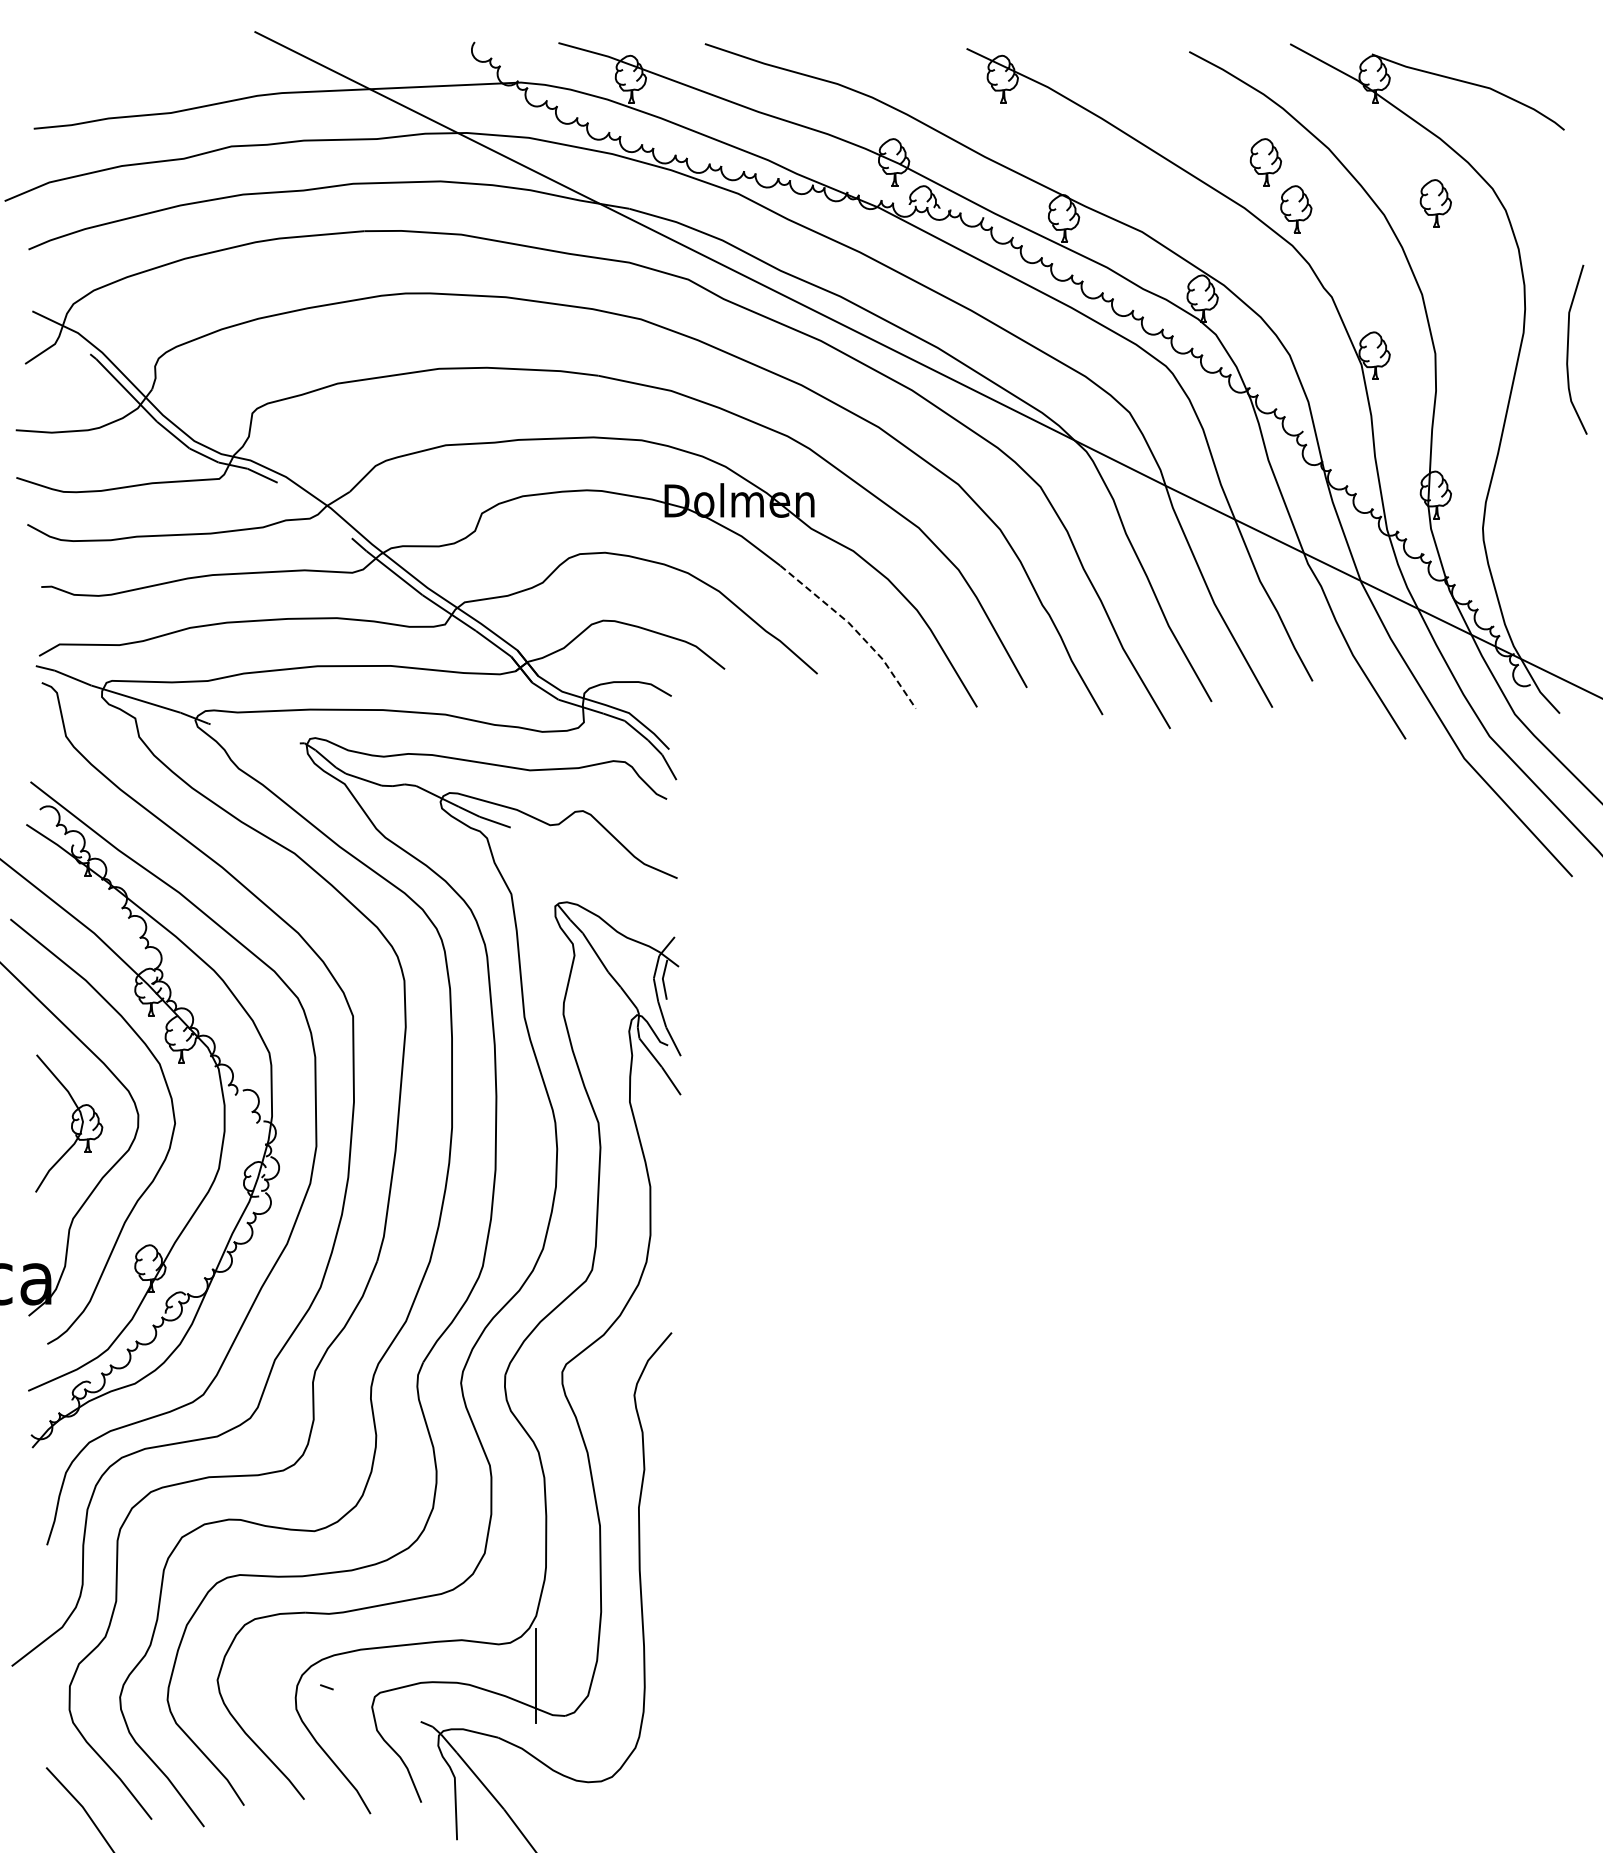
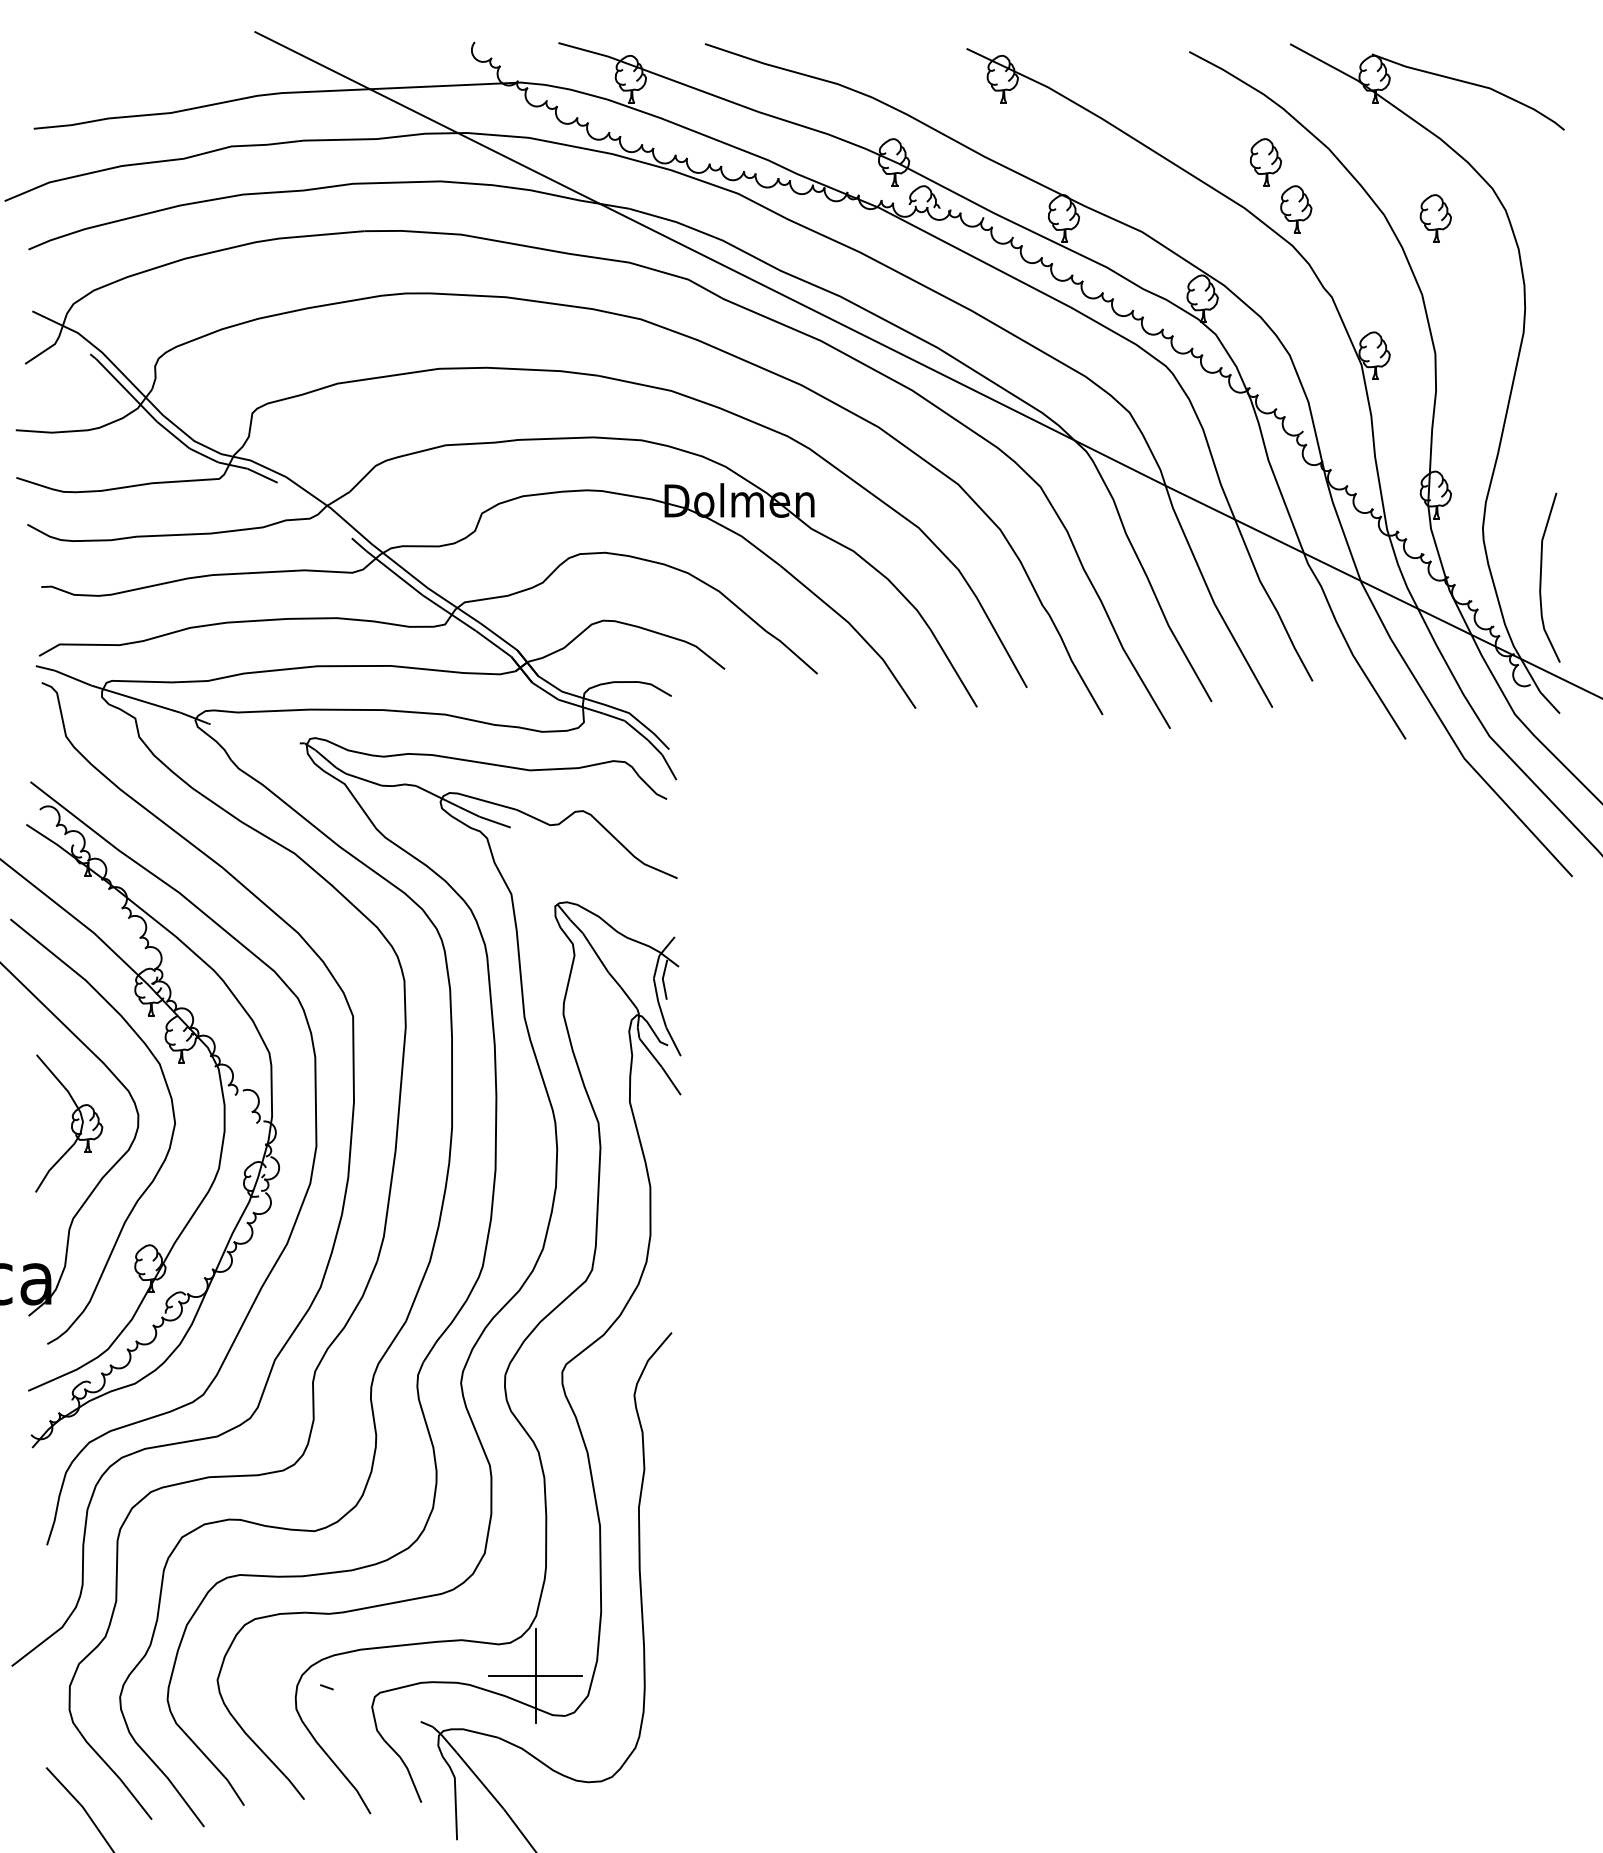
part at (1435, 203) position: (1435, 203) -> (1435, 218)
curve at (1568, 349) position: (1568, 349) -> (1541, 577)
line at (855, 630): dashed -> solid
line at (535, 1676): none -> present
